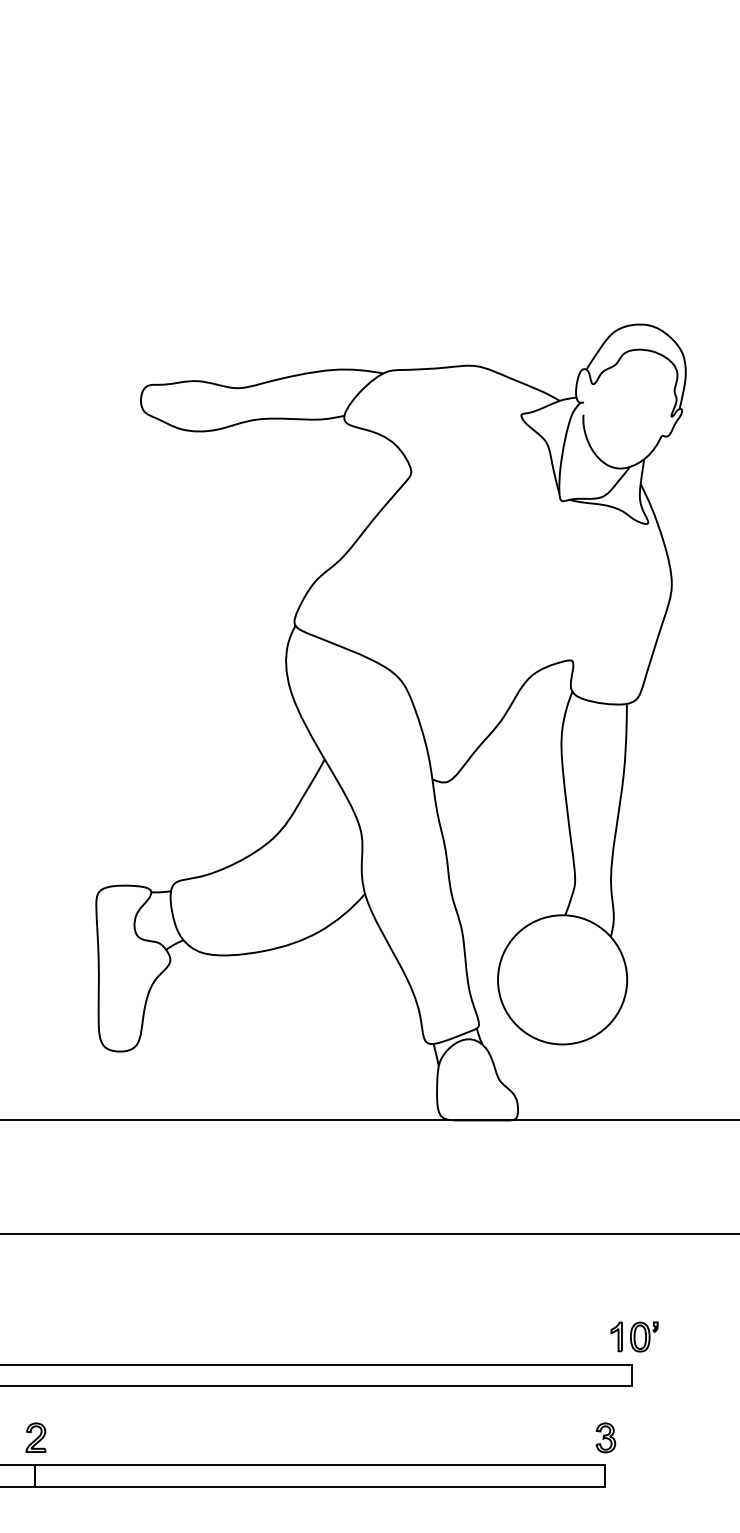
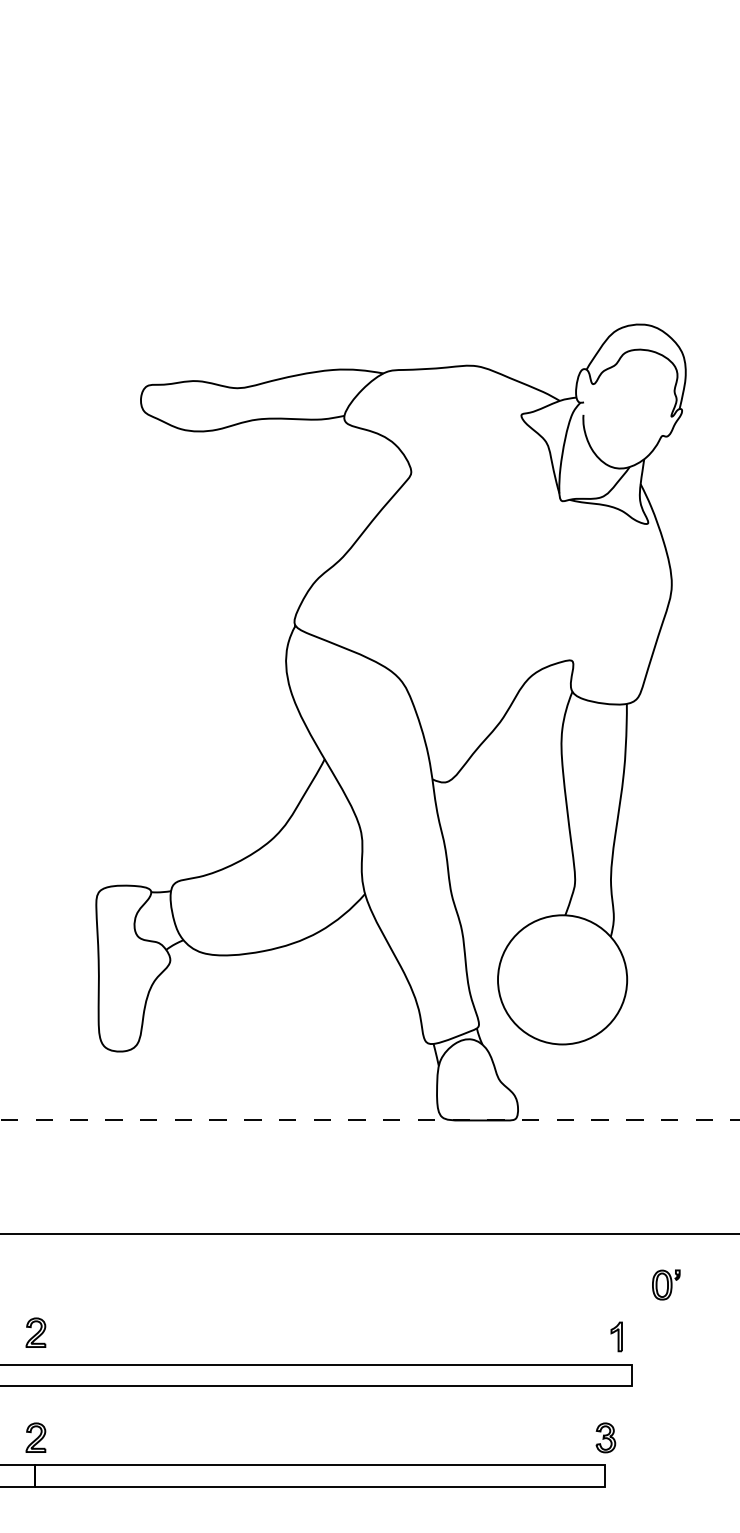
line at (370, 1120): solid -> dashed
part at (35, 1332): none -> present
part at (644, 1336) position: (644, 1336) -> (666, 1284)
